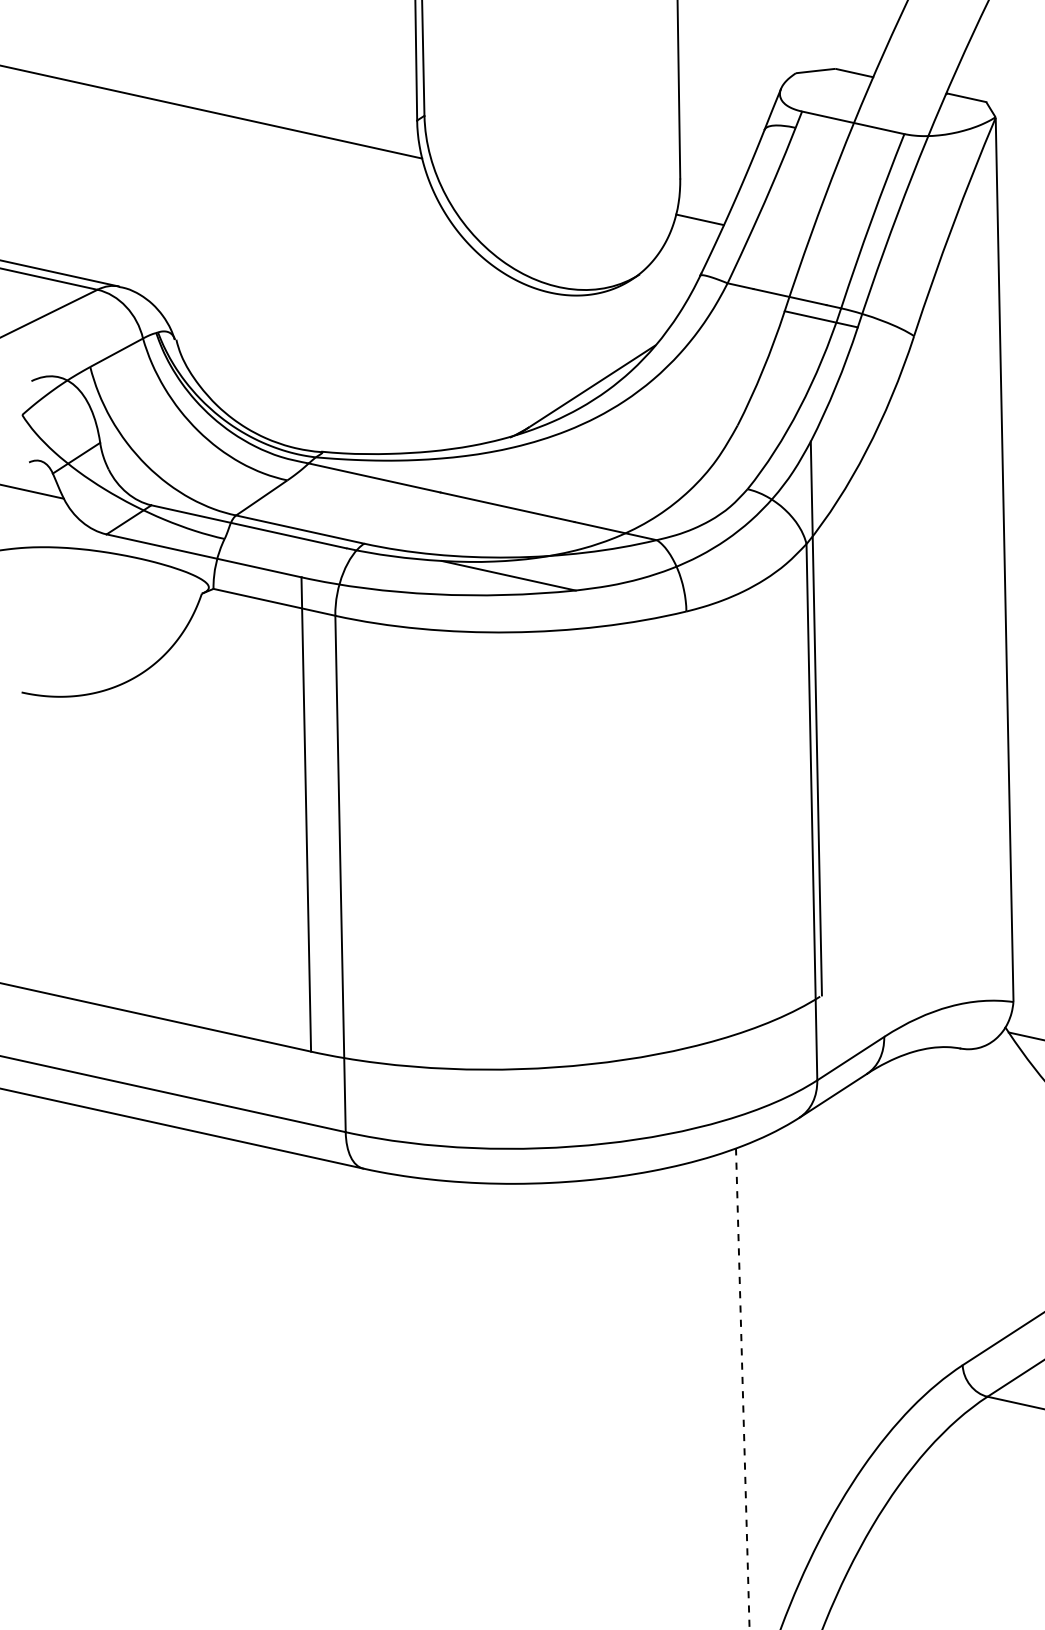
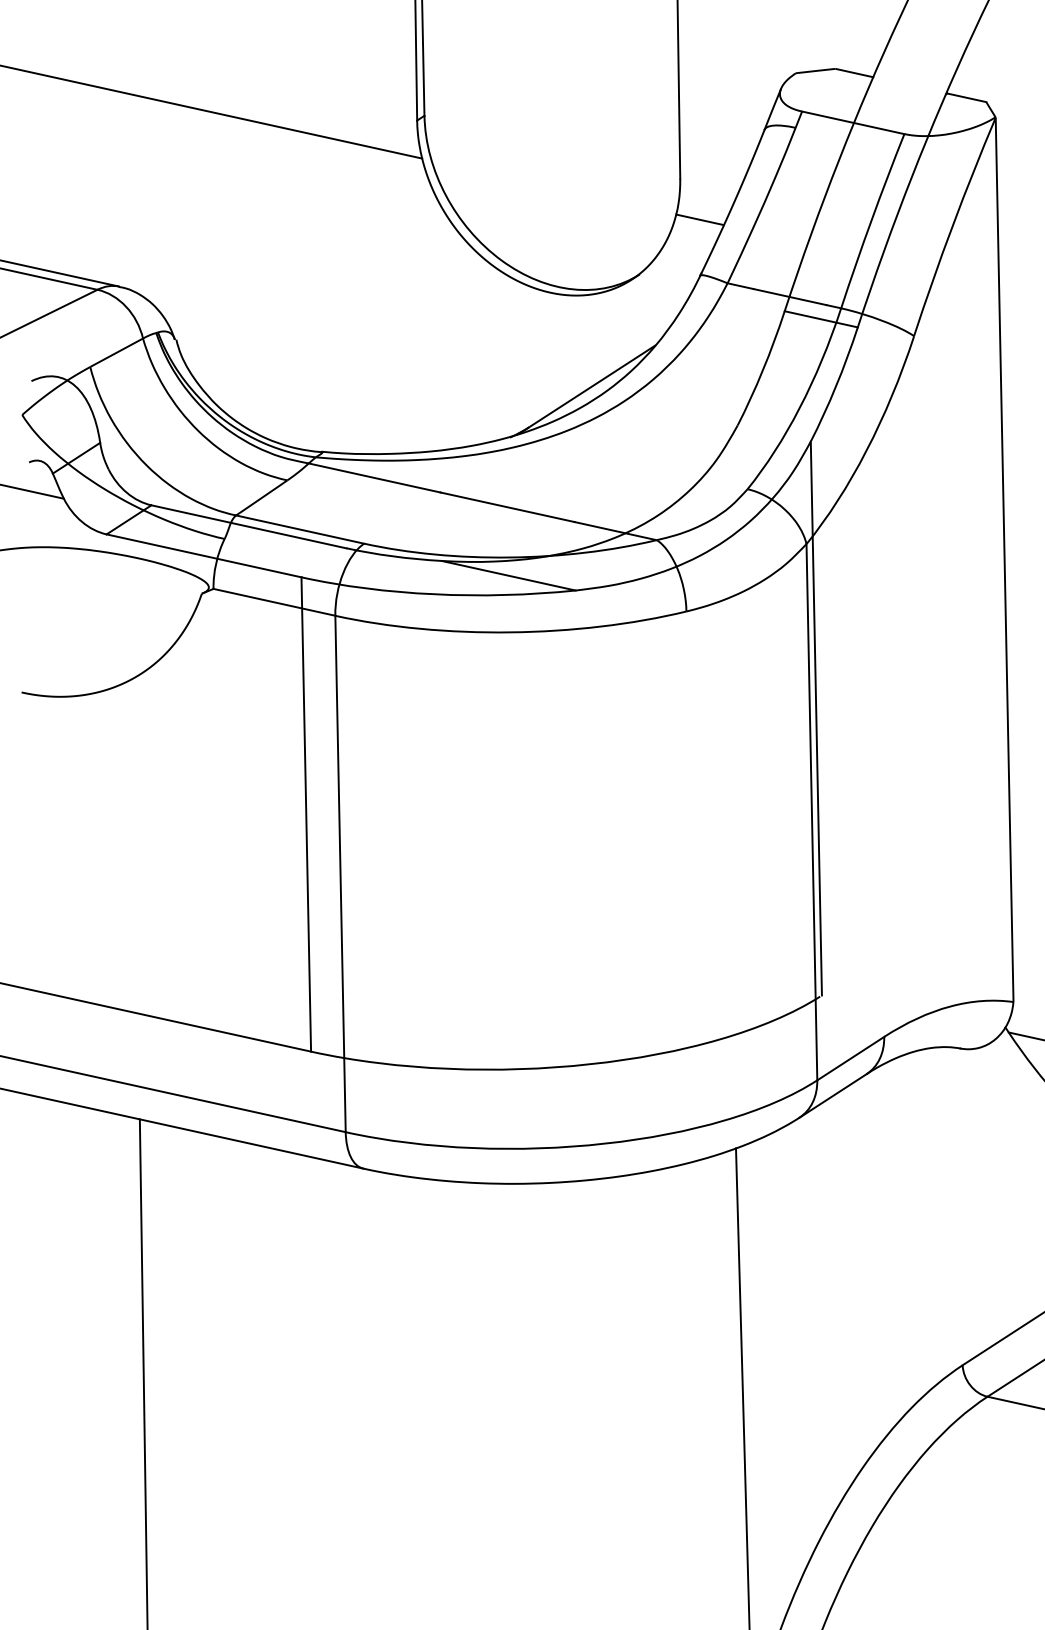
line at (143, 1372): none -> present
line at (742, 1388): dashed -> solid
